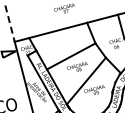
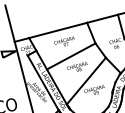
text at (64, 8) position: (64, 8) -> (64, 41)
line at (10, 23): dashed -> solid
